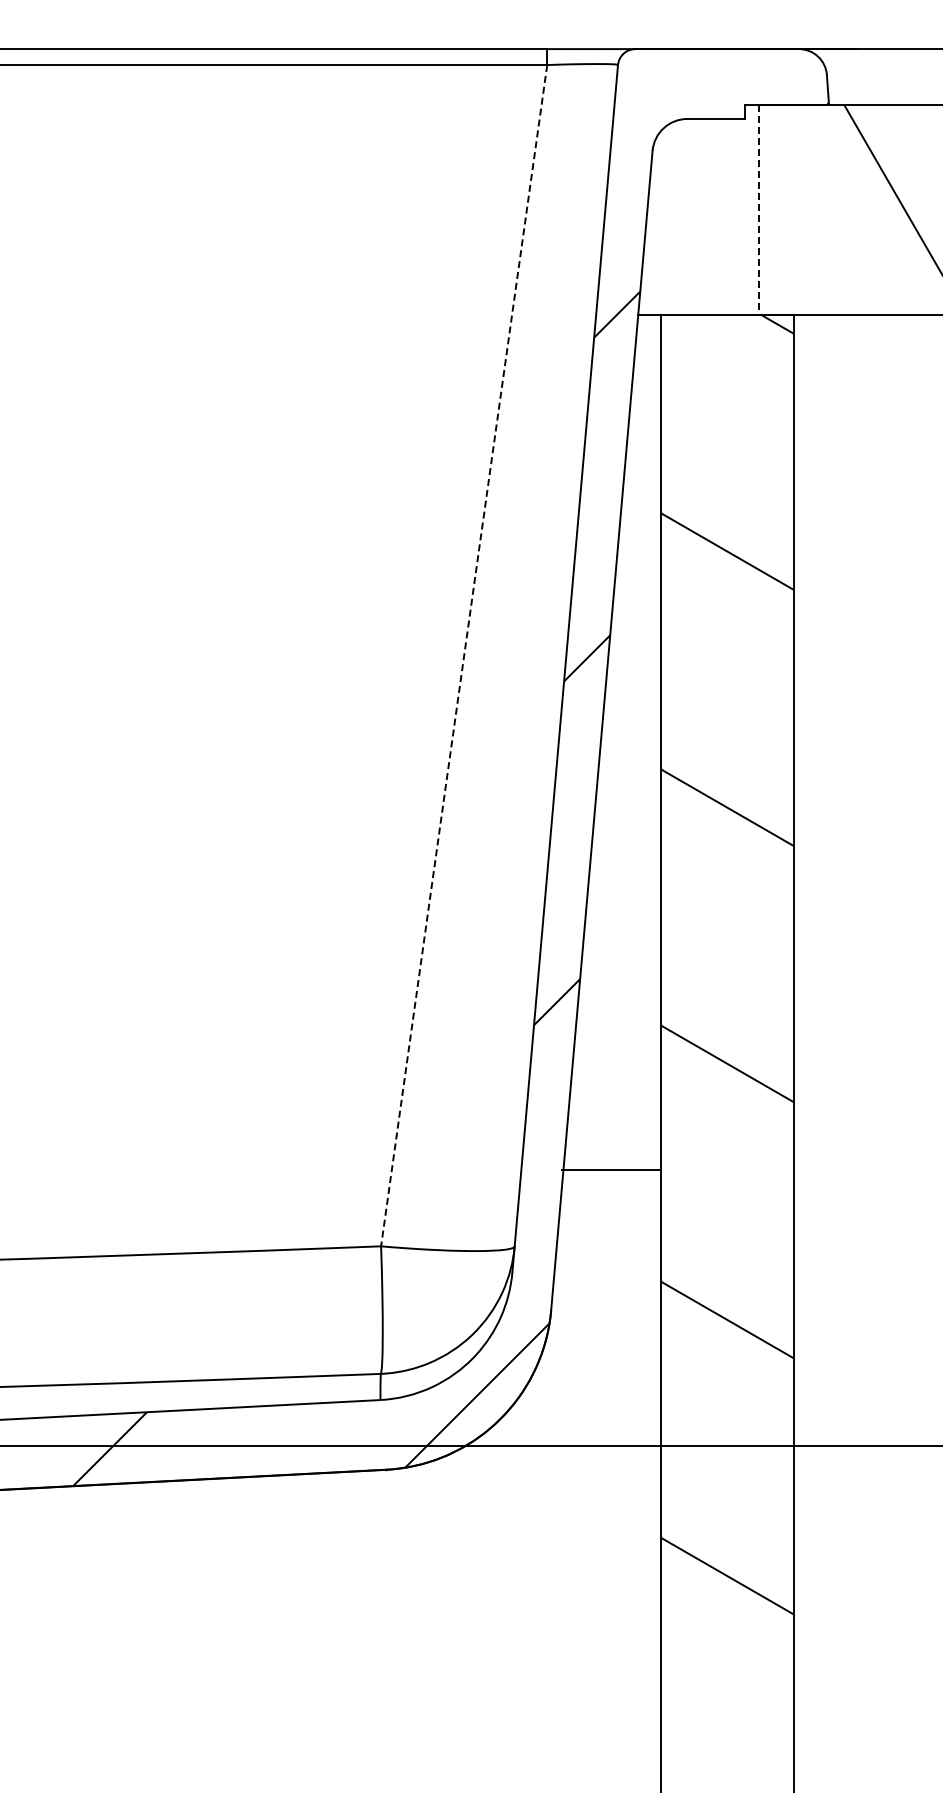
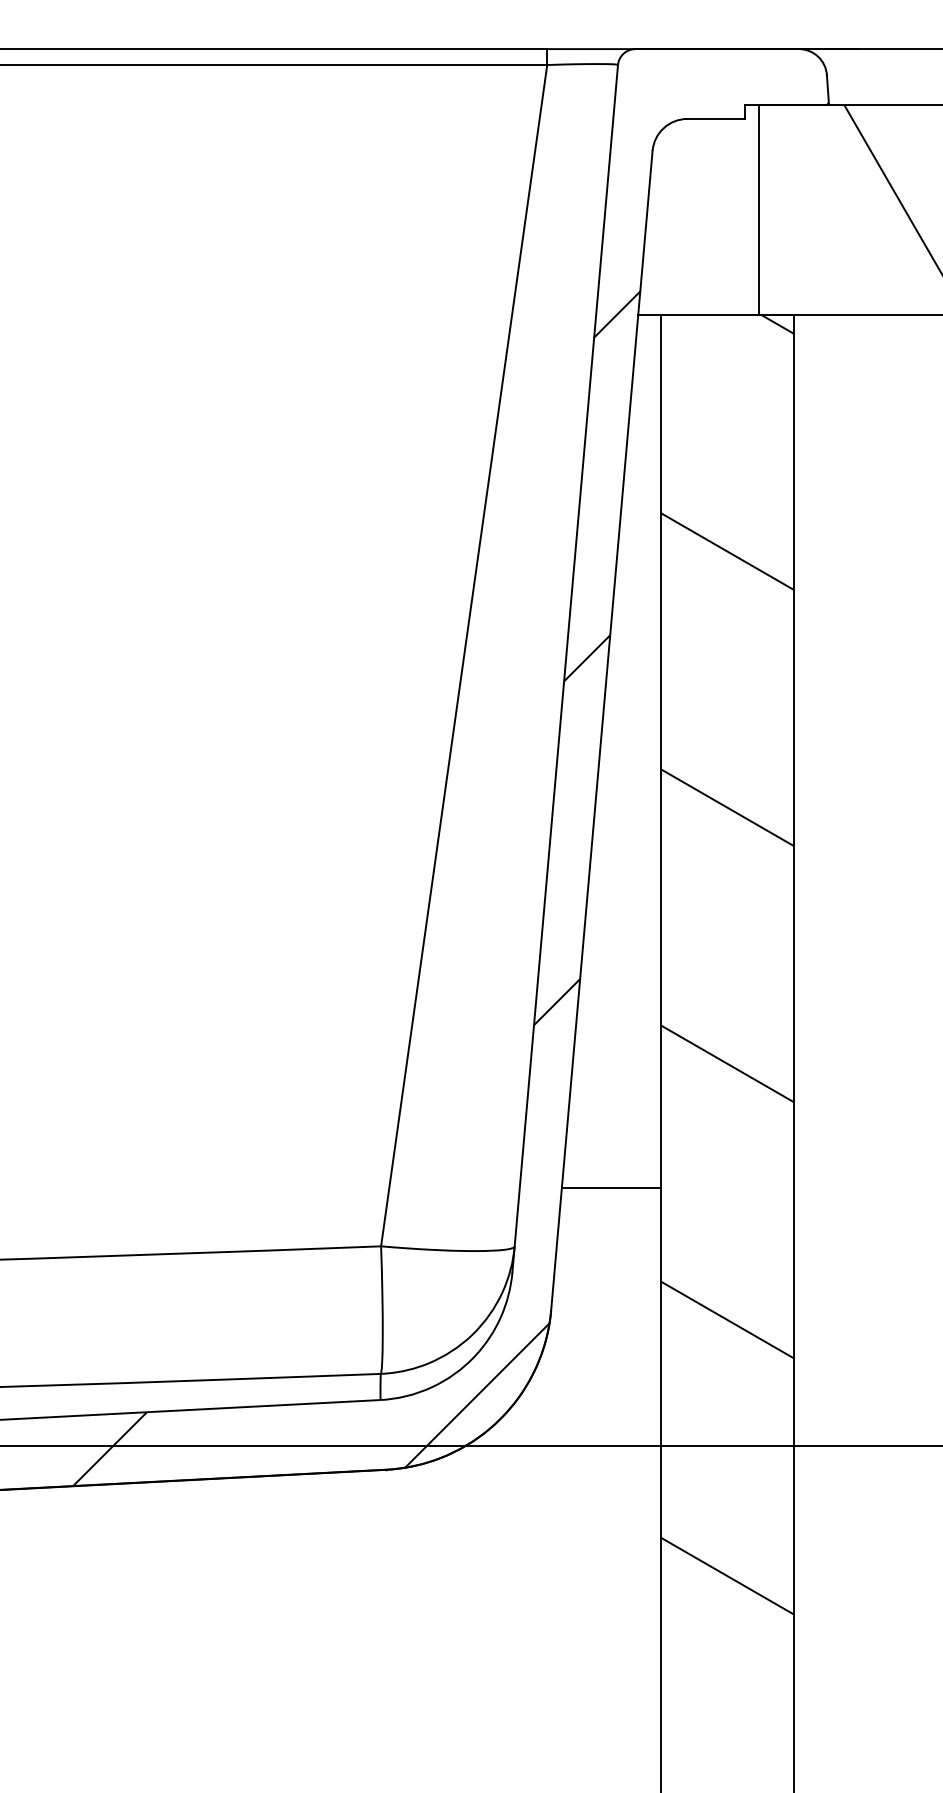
line at (759, 209): dashed -> solid
line at (464, 656): dashed -> solid
line at (611, 1169) position: (611, 1169) -> (611, 1187)
